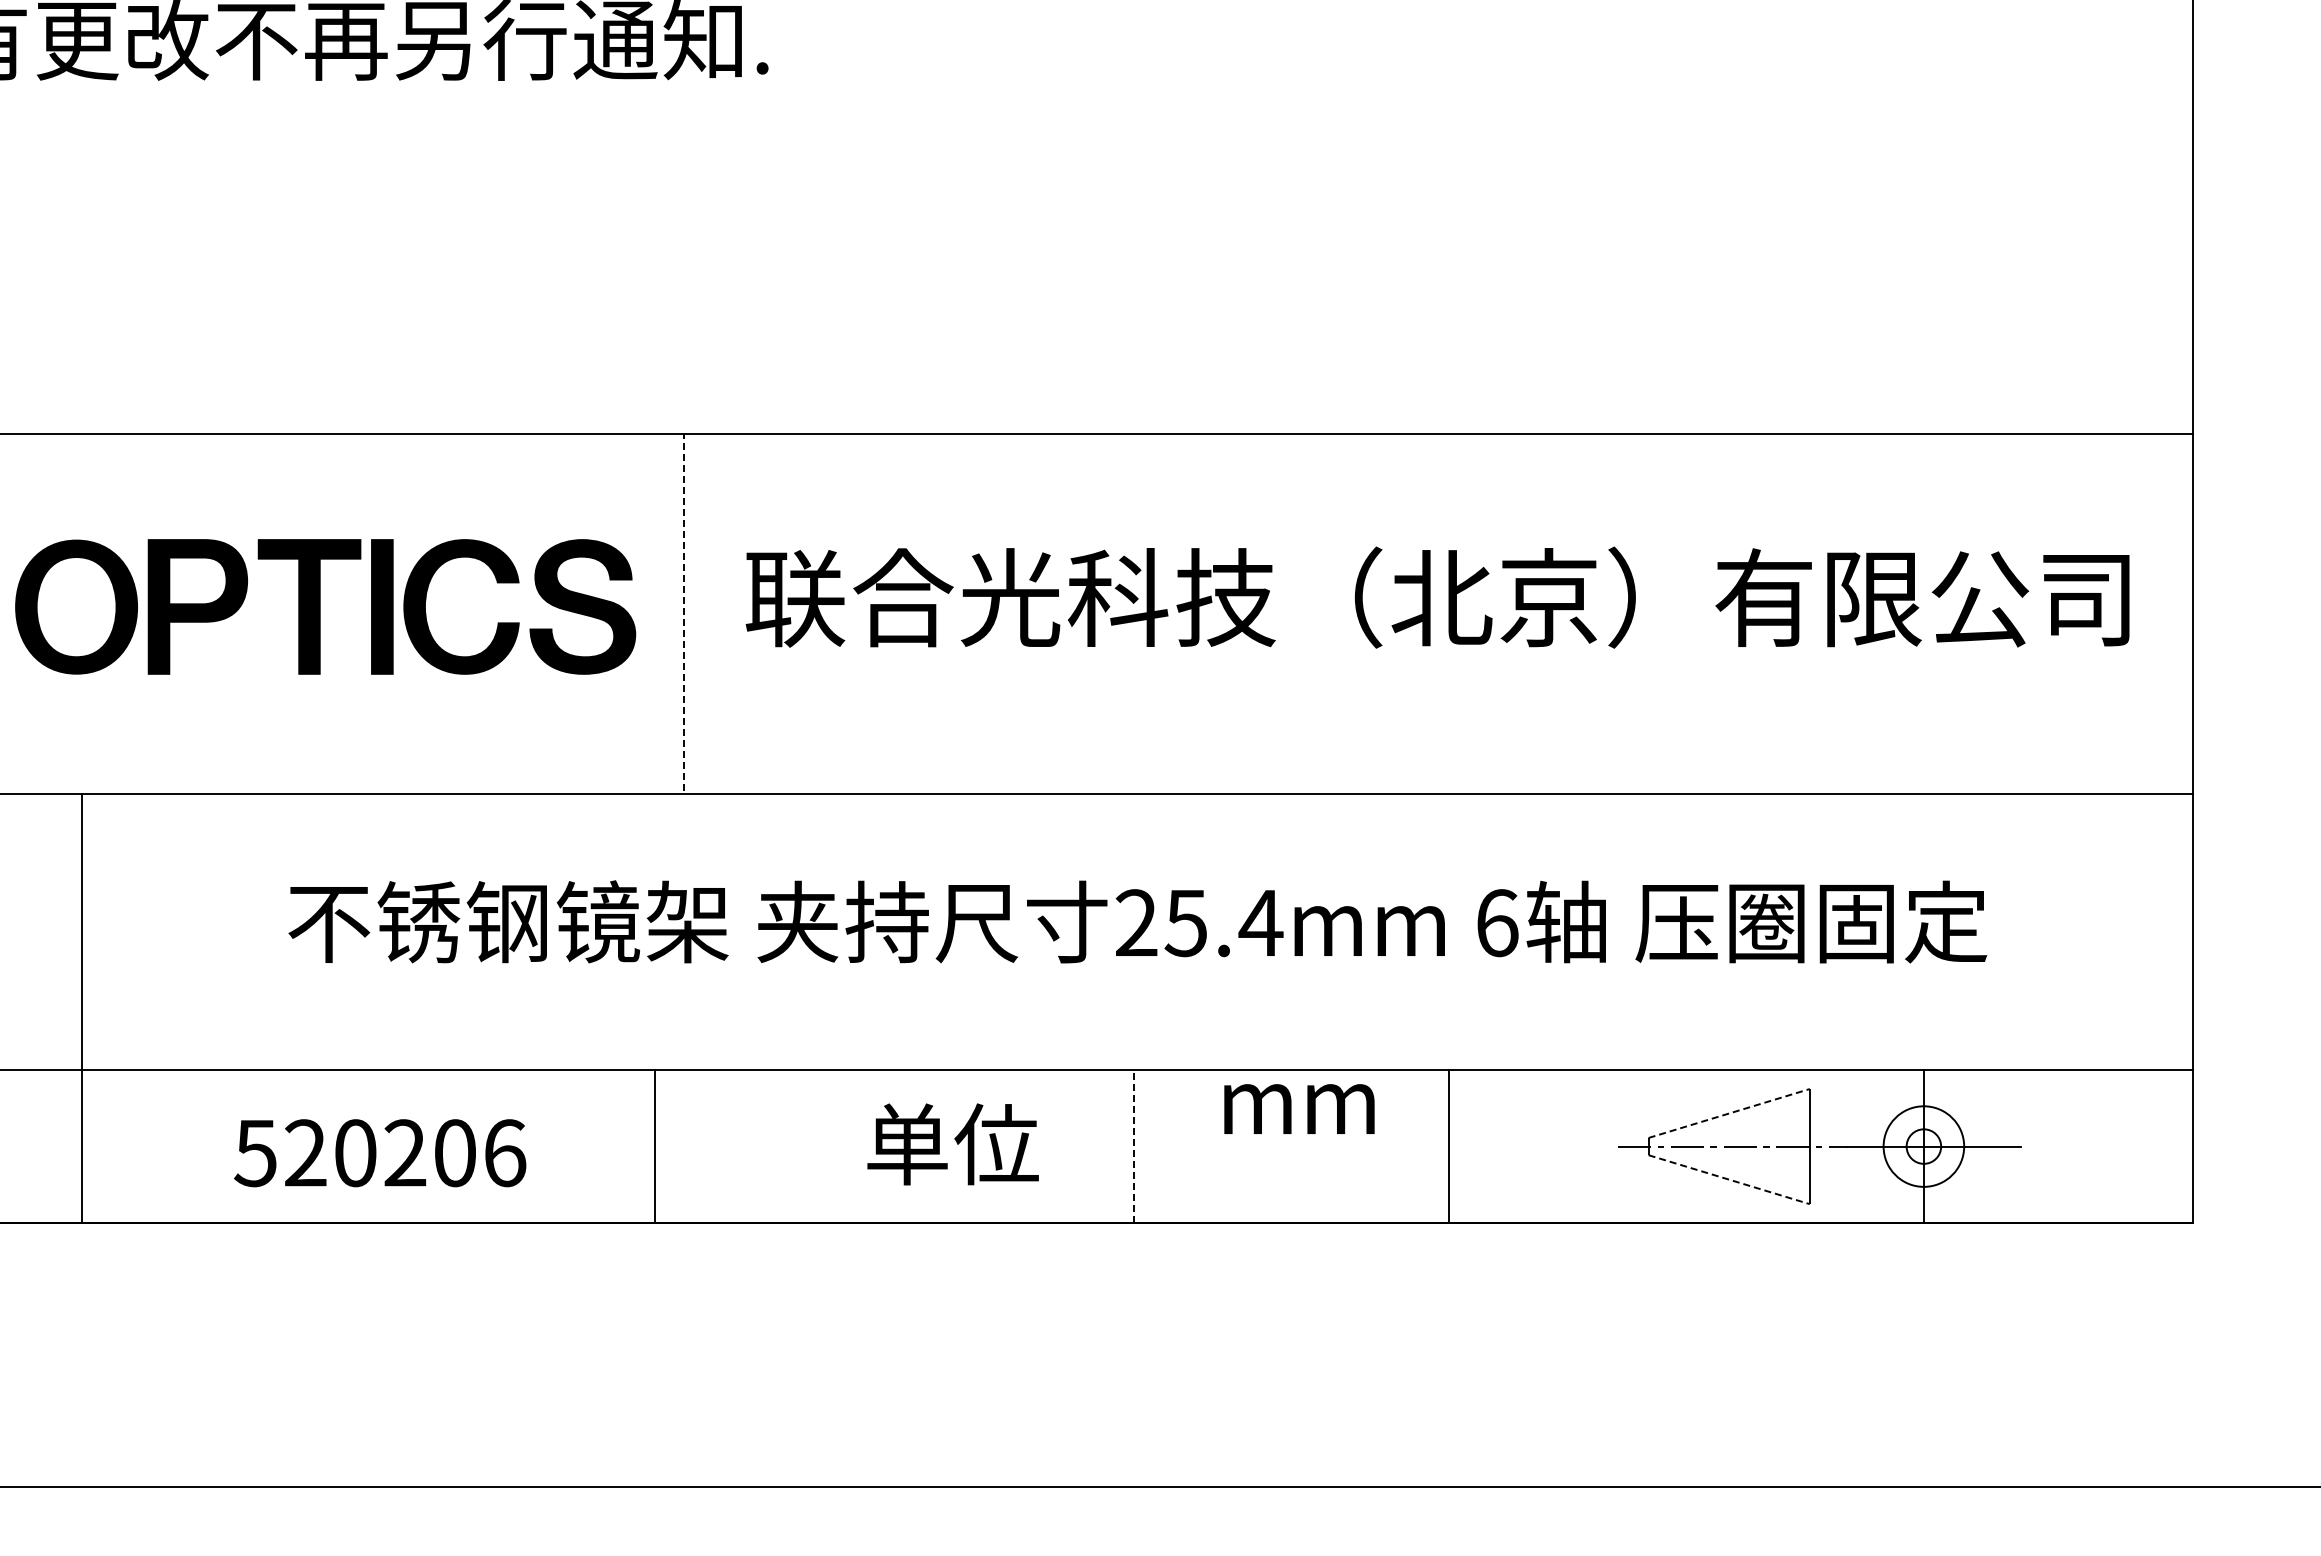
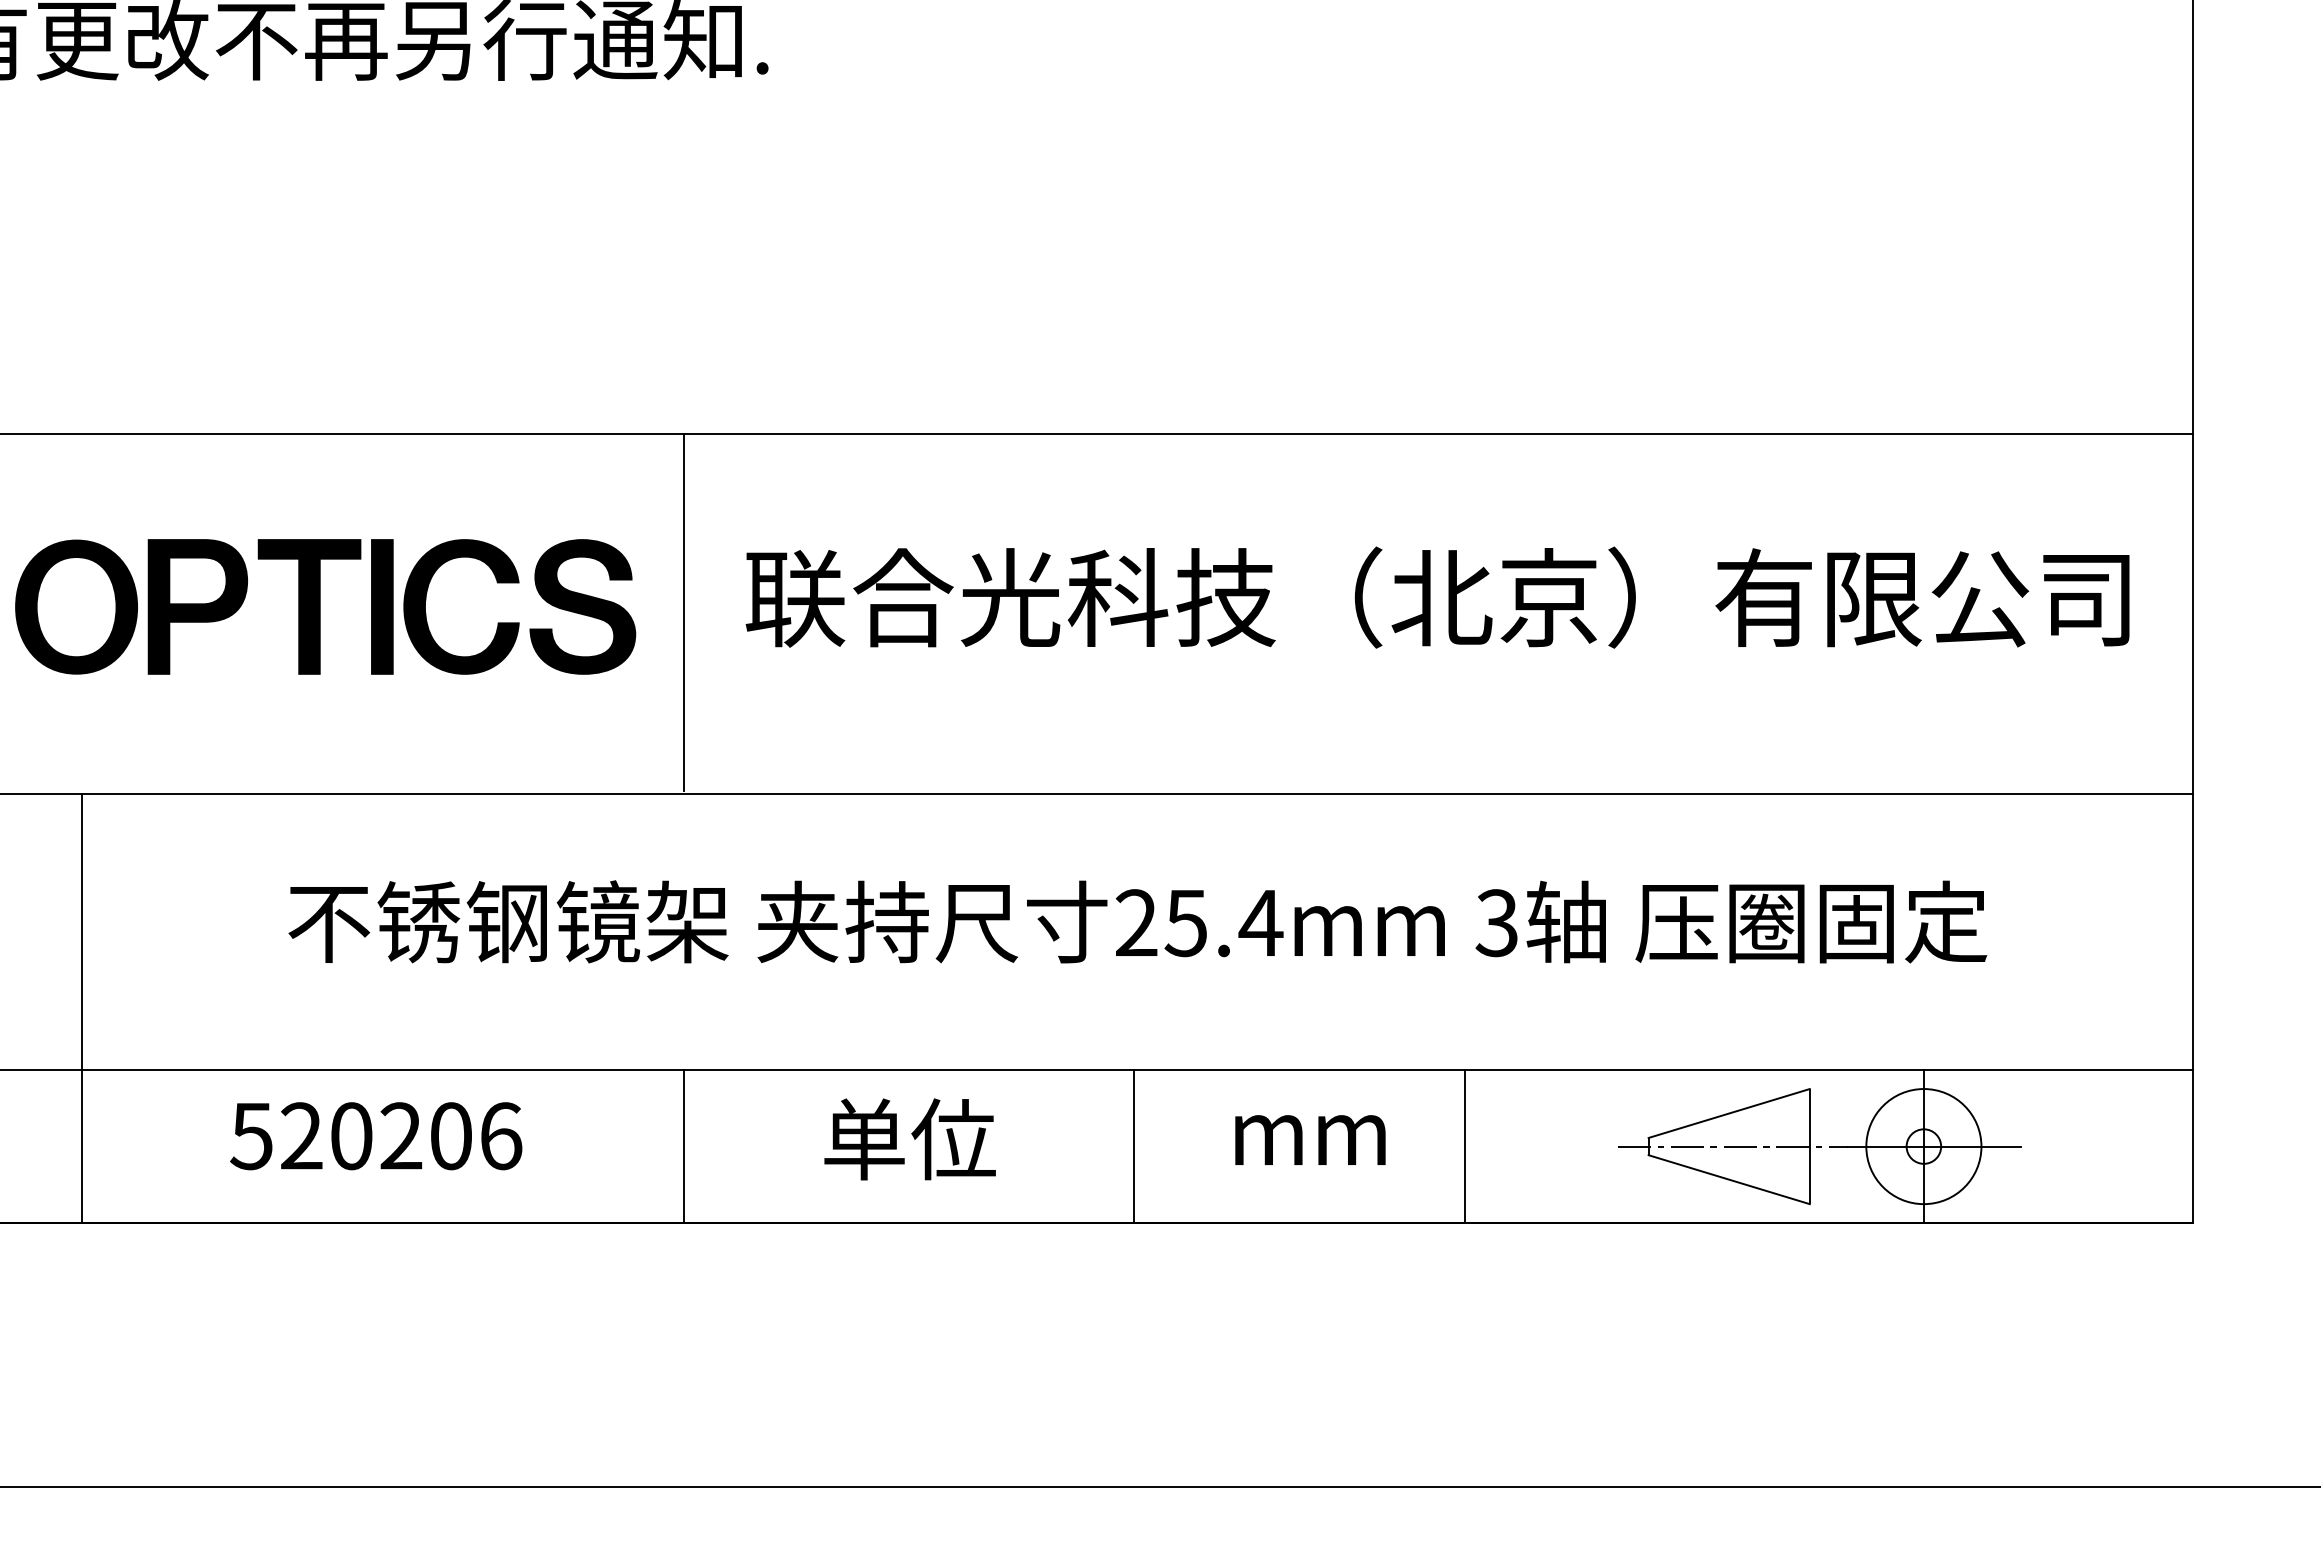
line at (684, 612): dashed -> solid
text at (1496, 923): 6 -> 3
text at (1299, 1108) position: (1299, 1108) -> (1310, 1139)
line at (1729, 1113): dashed -> solid
text at (952, 1144) position: (952, 1144) -> (909, 1139)
line at (655, 1146) position: (655, 1146) -> (684, 1146)
line at (1134, 1146): dashed -> solid
line at (1448, 1146) position: (1448, 1146) -> (1464, 1146)
circle at (1923, 1146) diameter: 81 px -> 115 px
text at (380, 1153) position: (380, 1153) -> (376, 1136)
line at (1729, 1179): dashed -> solid
